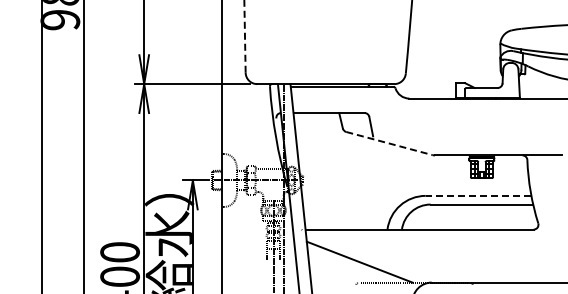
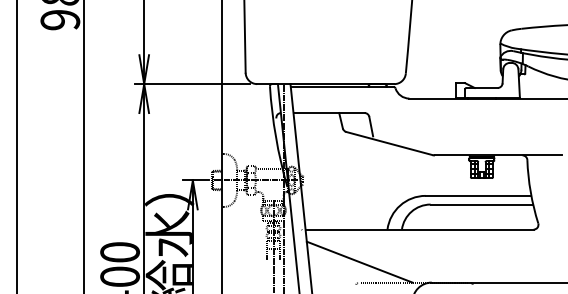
line at (245, 36): dashed -> solid
line at (389, 143): dashed -> solid
line at (42, 146) position: (42, 146) -> (17, 146)
line at (478, 195): dashed -> solid
